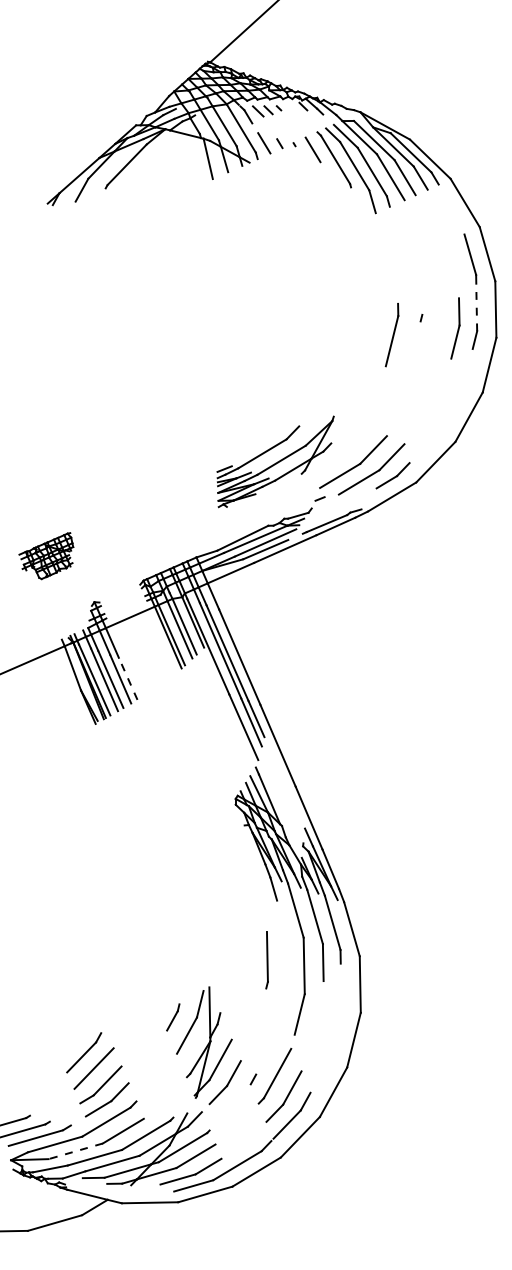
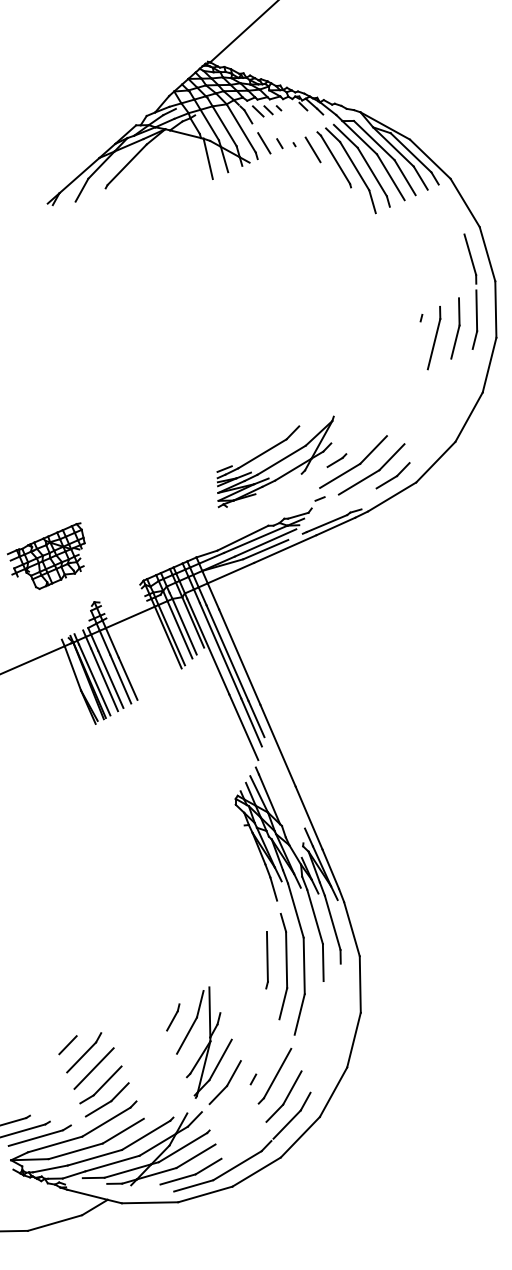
line at (476, 310): dashed -> solid
part at (391, 335) position: (391, 335) -> (433, 338)
part at (336, 460): none -> present
part at (46, 556) size: 57x49 px -> 79x68 px
line at (128, 678): dashed -> solid
part at (283, 966): none -> present
line at (67, 1045): none -> present
line at (75, 1151): dashed -> solid
